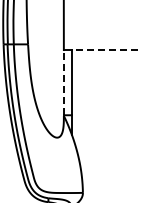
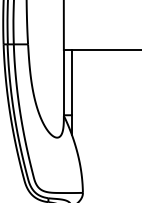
line at (106, 50): dashed -> solid
line at (63, 82): dashed -> solid
